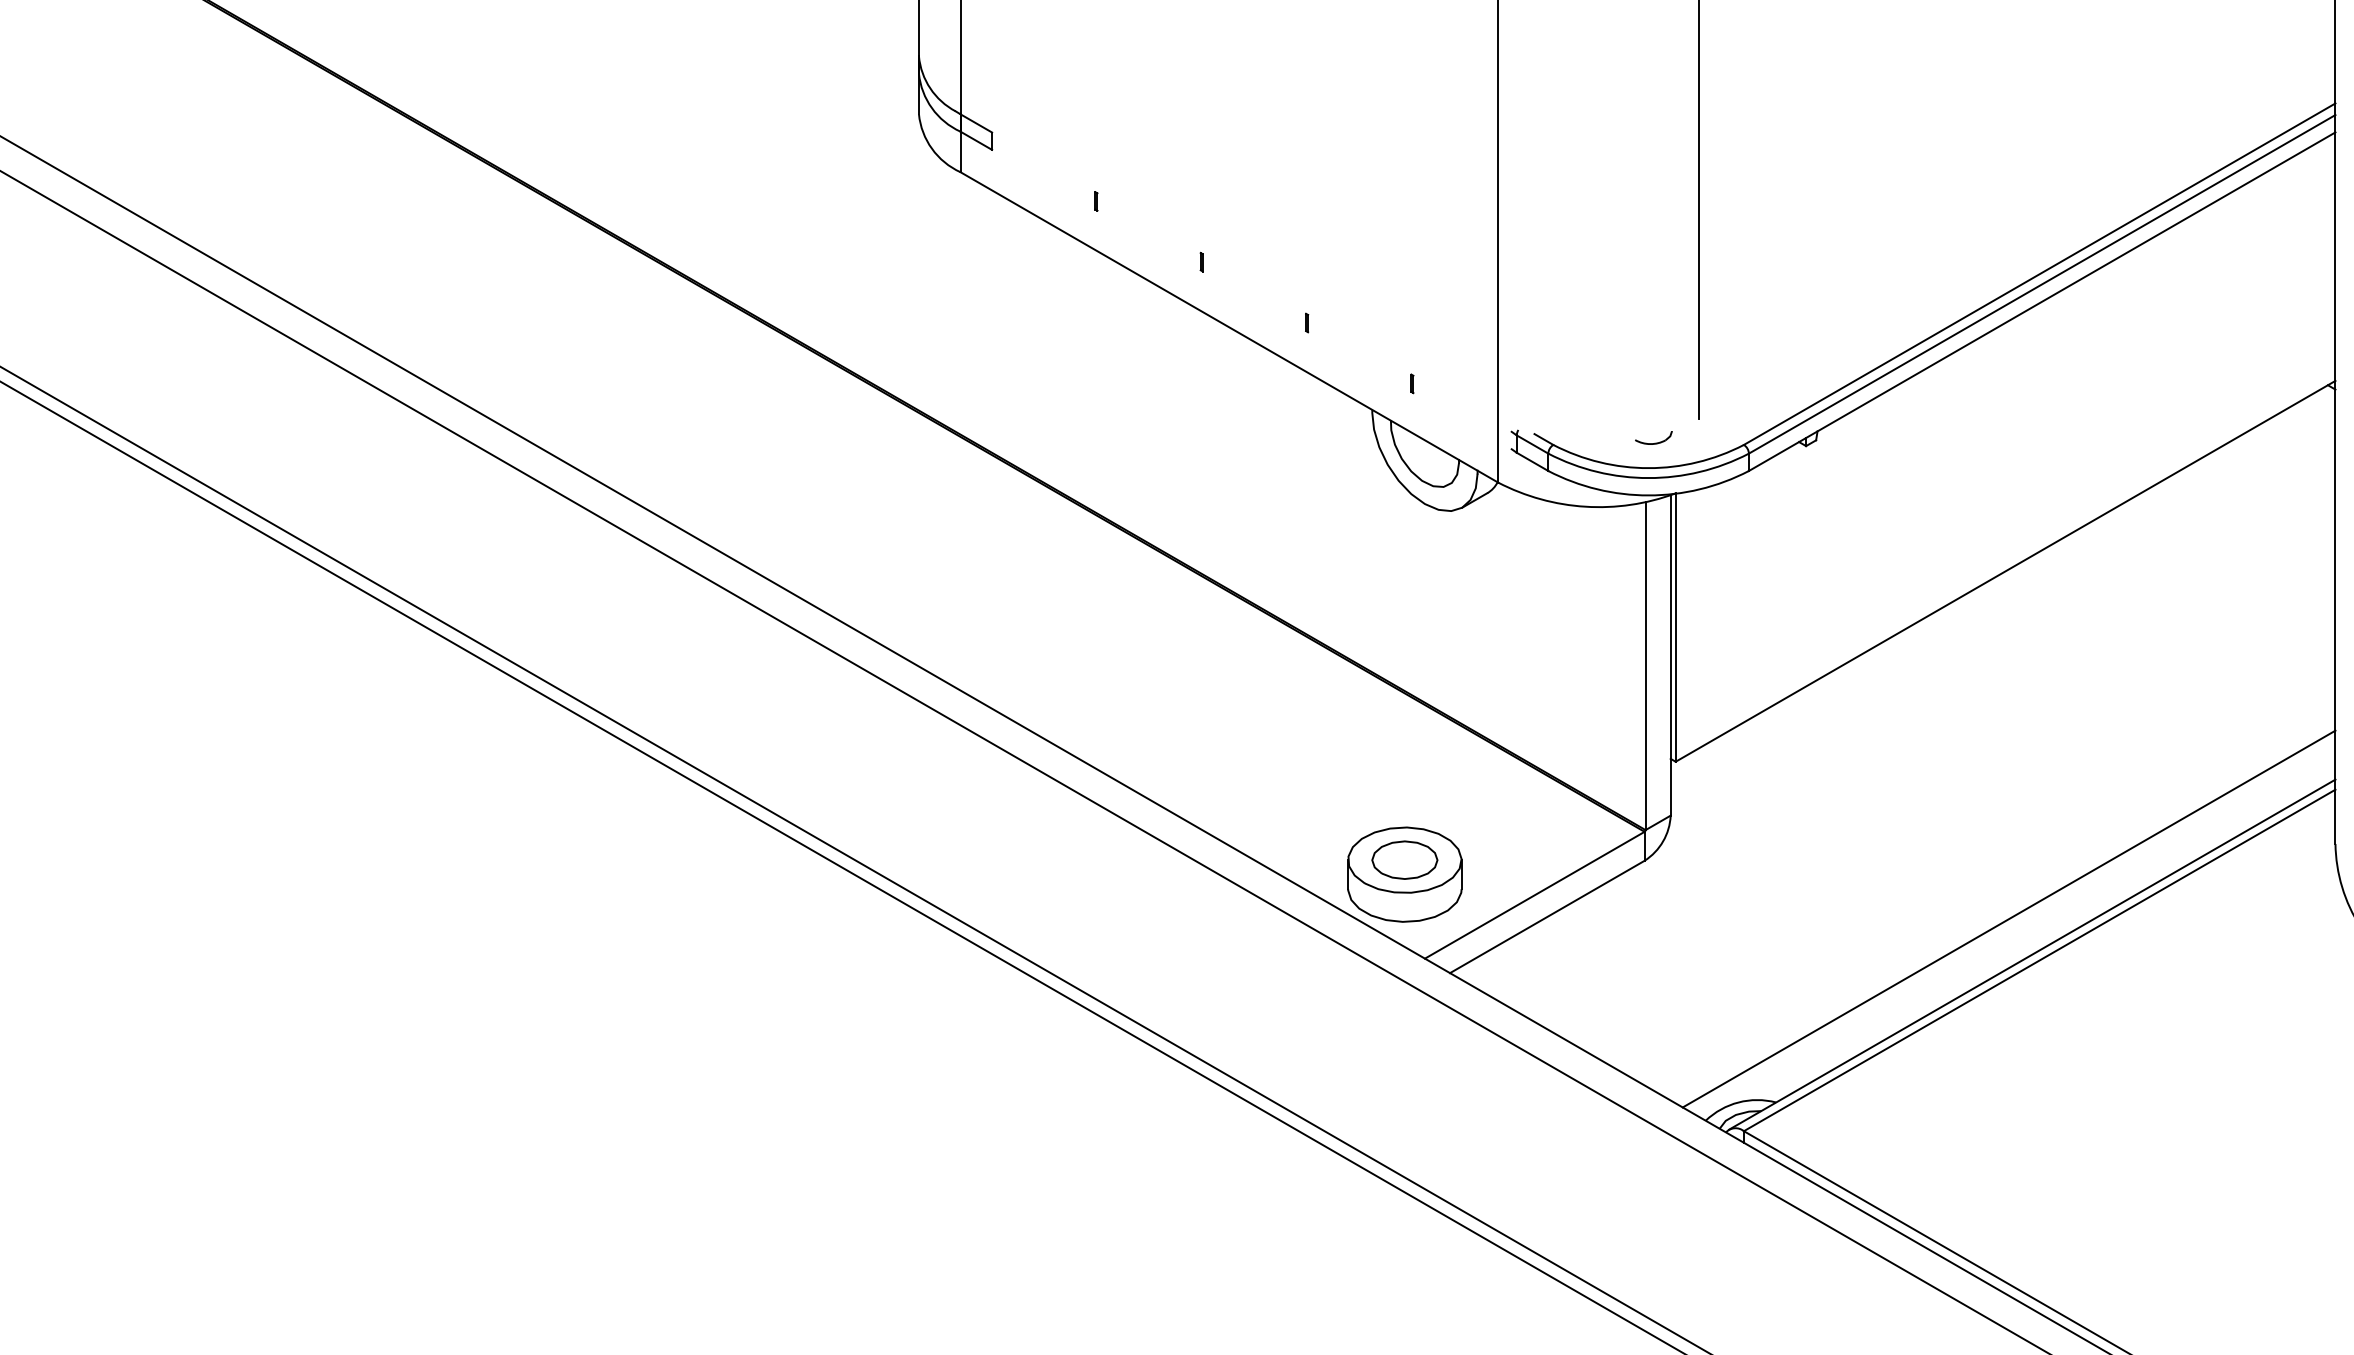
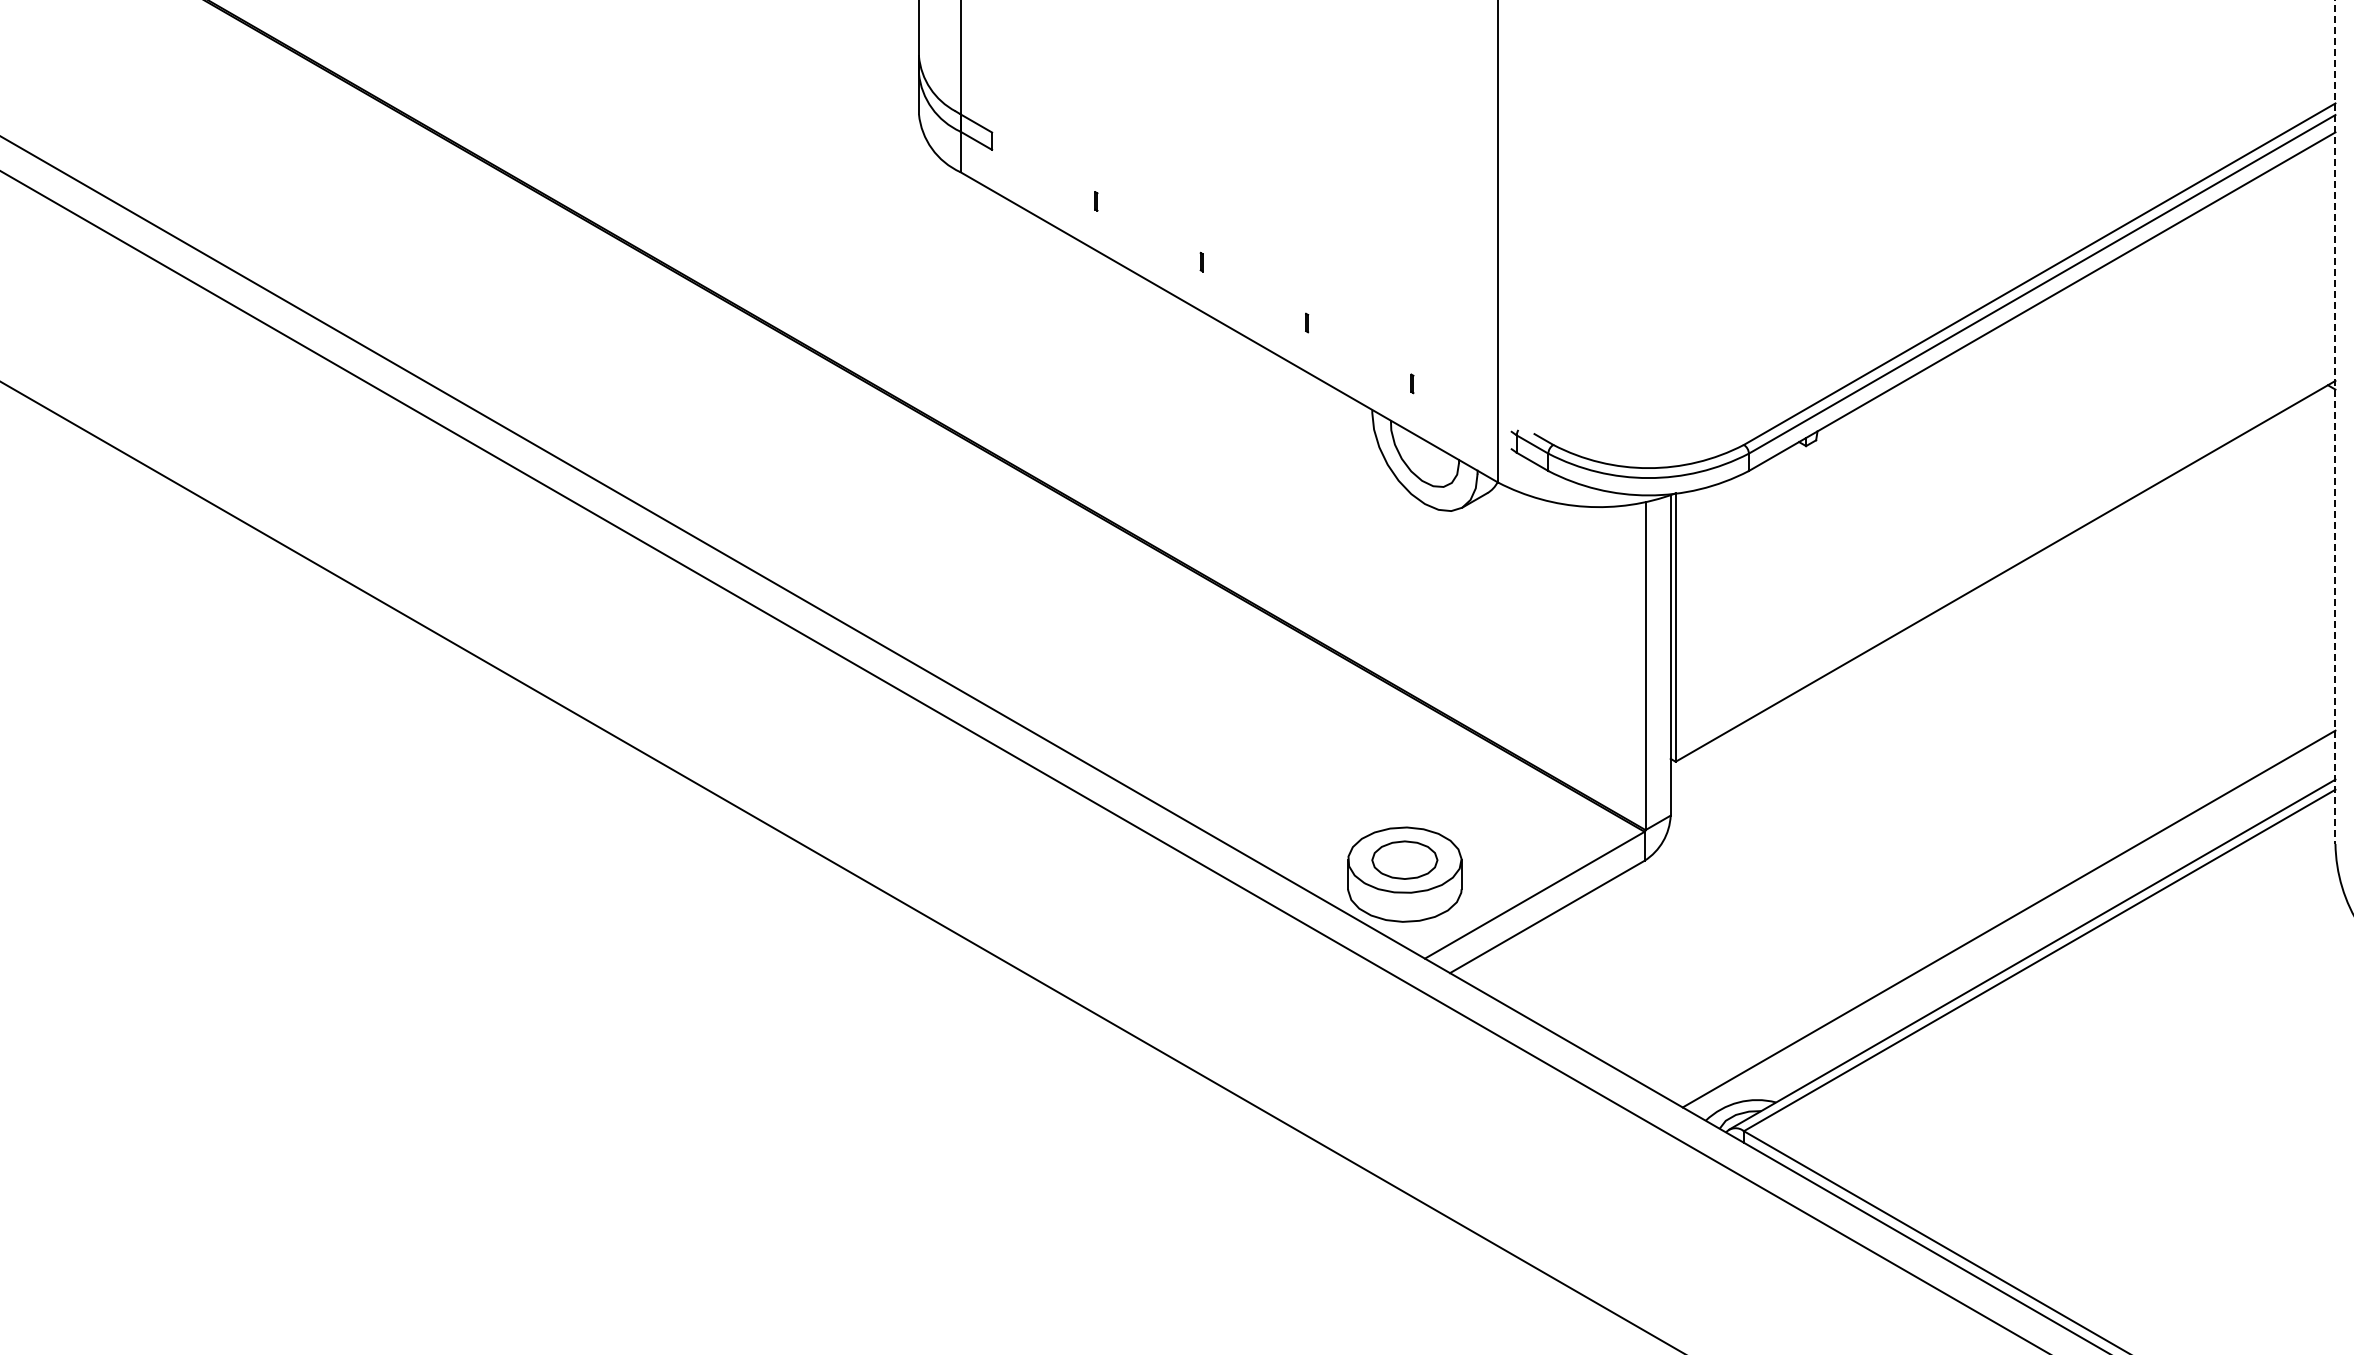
line at (1698, 210): present -> none
line at (2335, 422): solid -> dashed
part at (1653, 437): present -> none
line at (854, 859): present -> none
